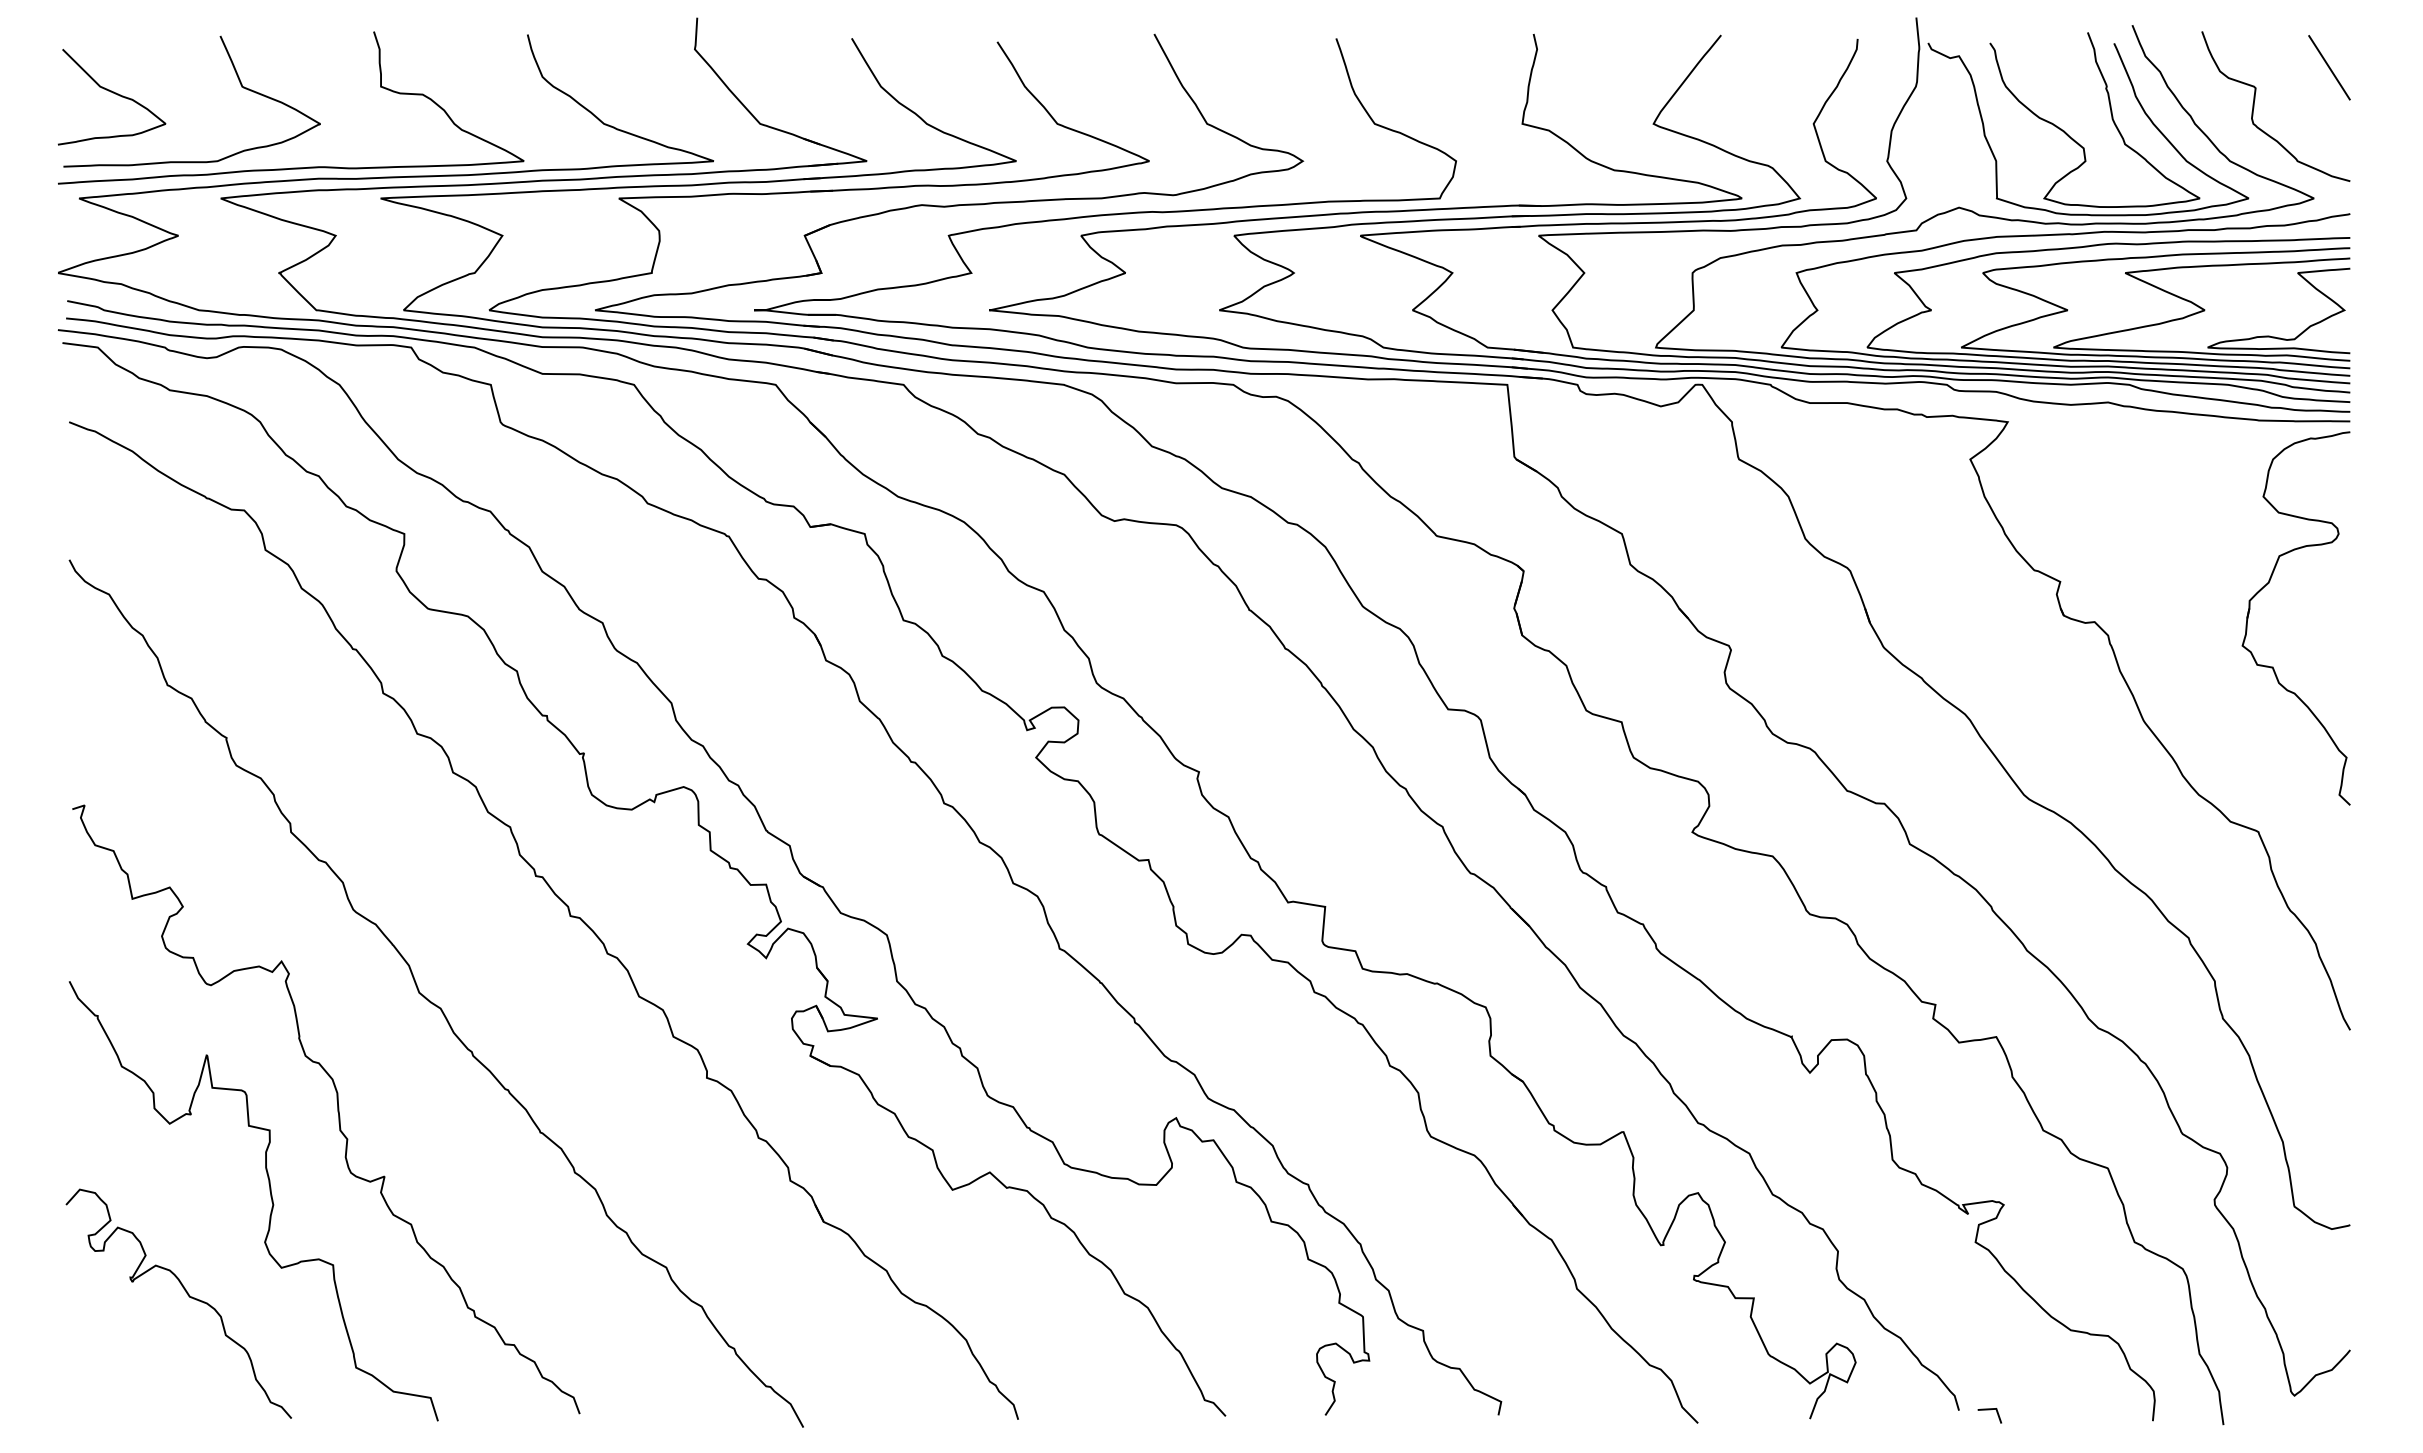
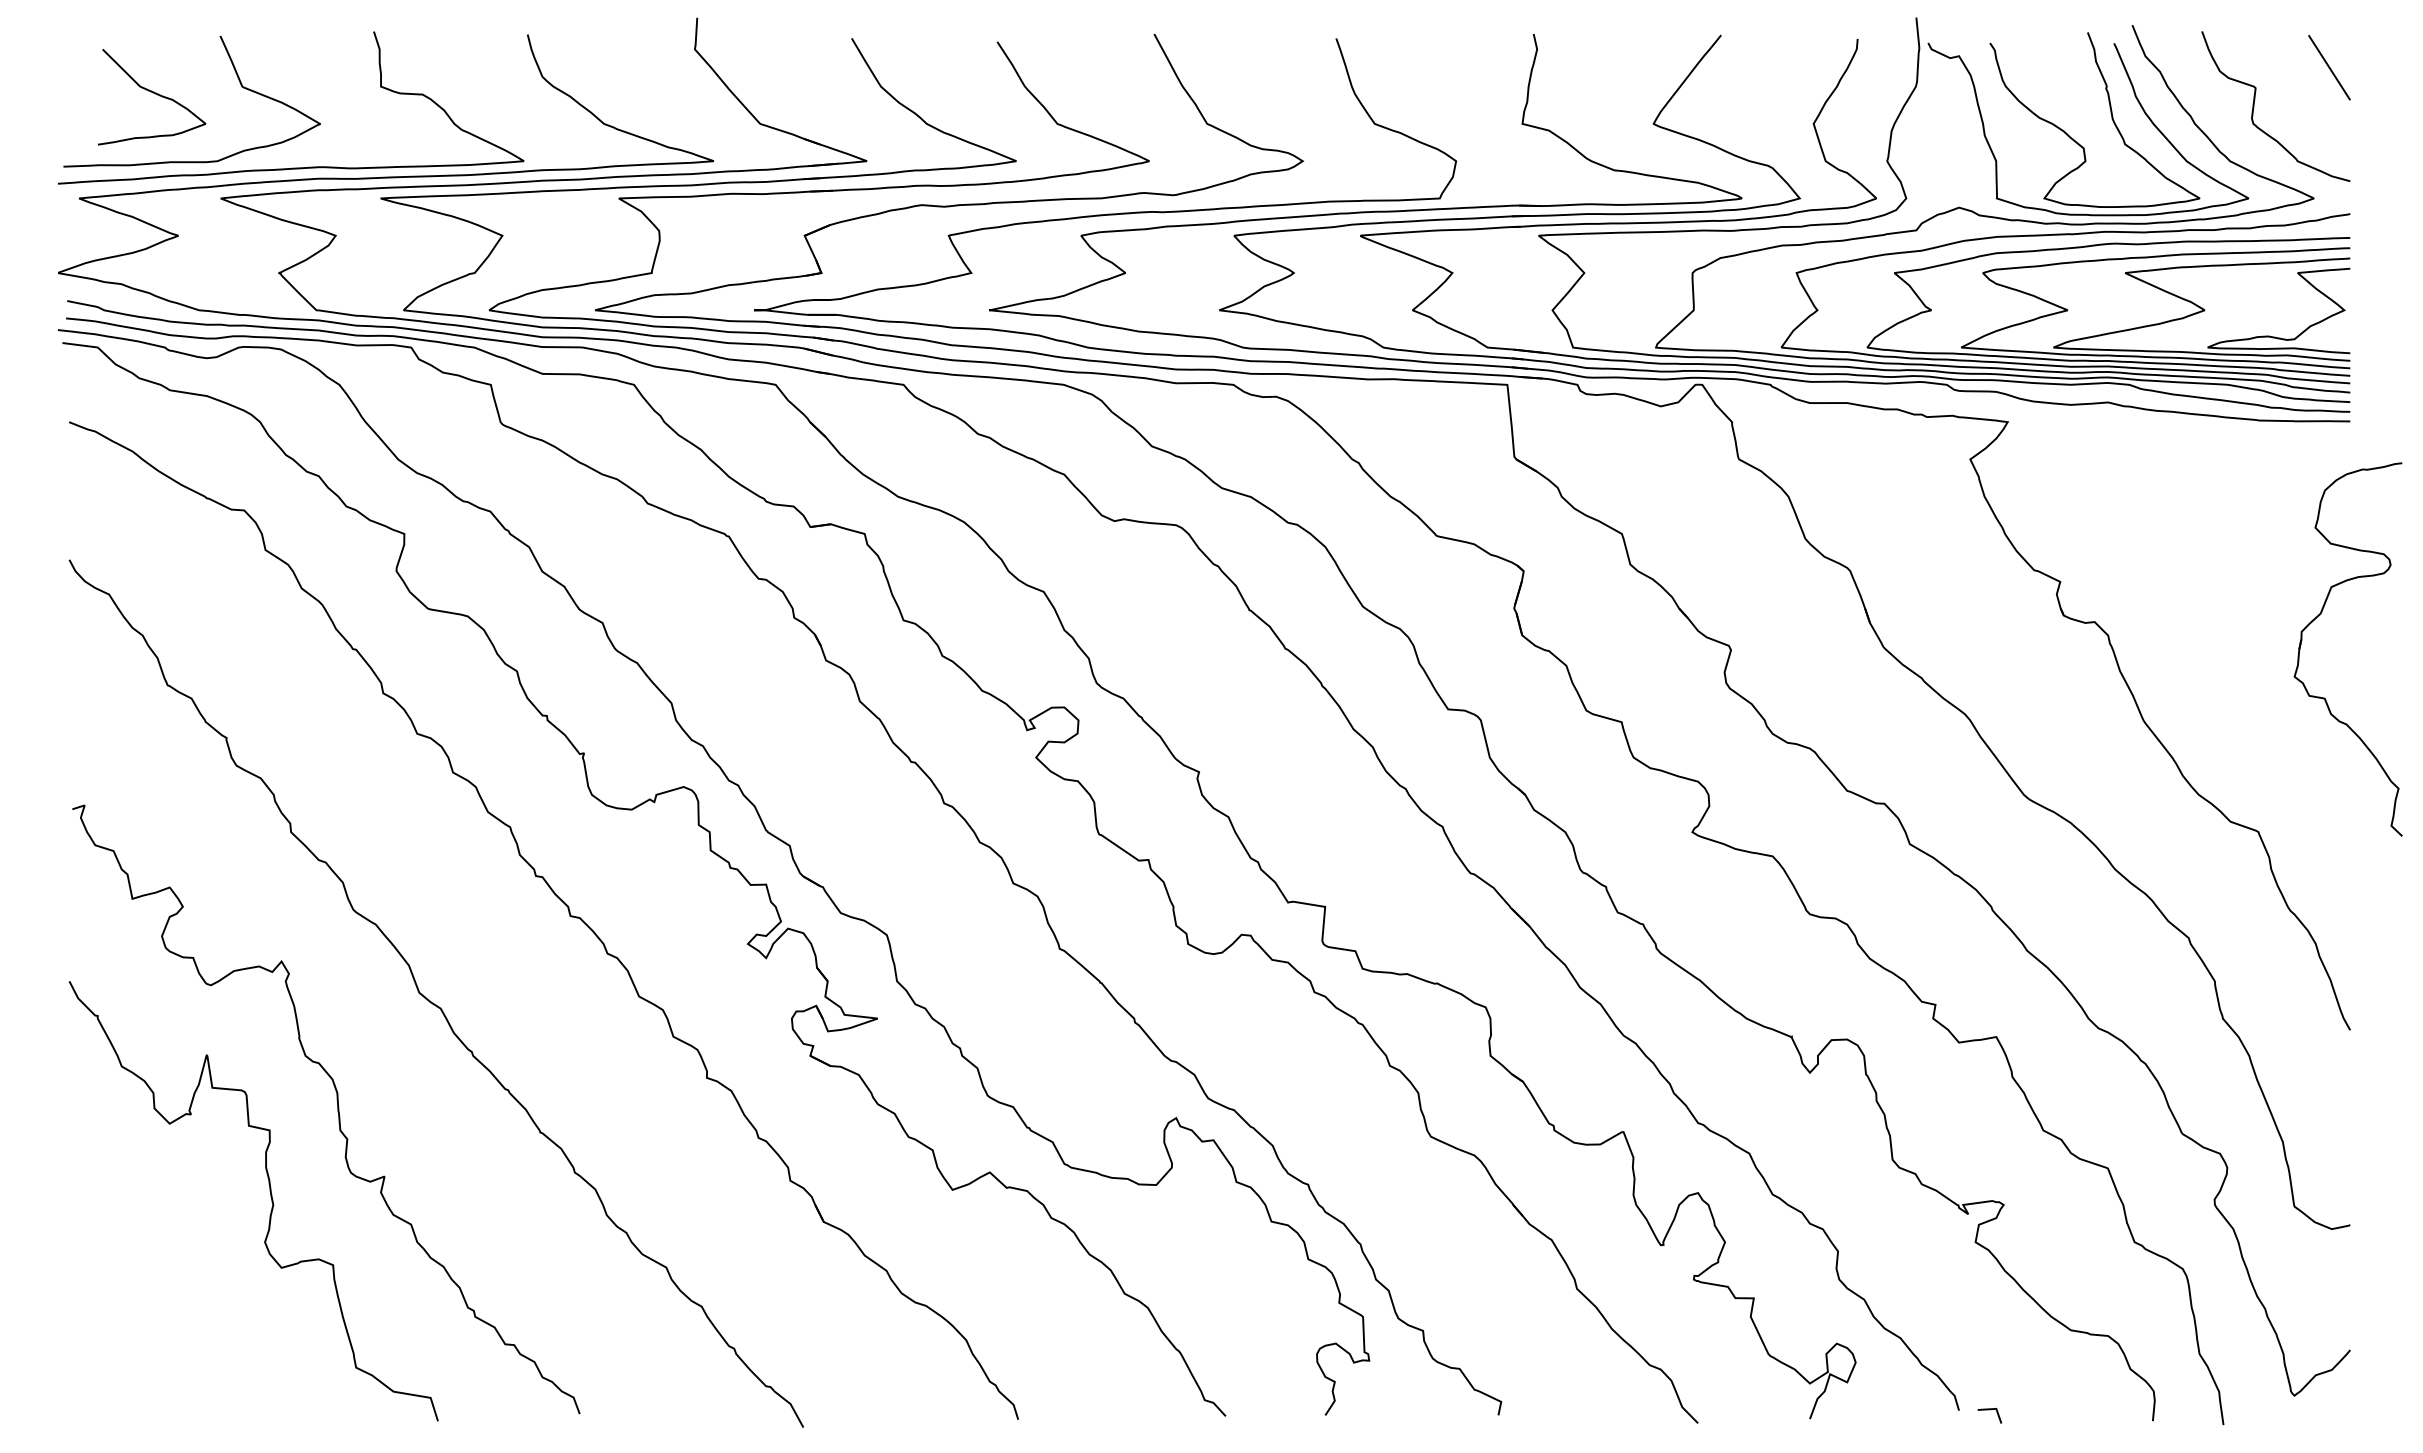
curve at (113, 93) position: (113, 93) -> (153, 93)
part at (2267, 585) position: (2267, 585) -> (2319, 616)
curve at (187, 1295): present -> none
